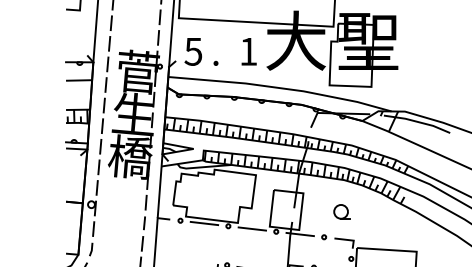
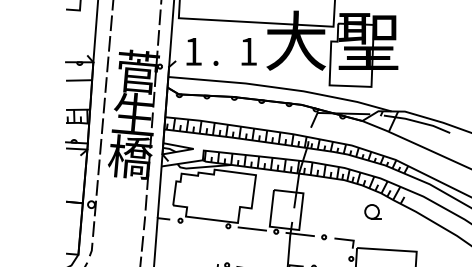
text at (193, 51): 5 -> 1
part at (341, 211) position: (341, 211) -> (372, 211)
line at (204, 223): present -> none
